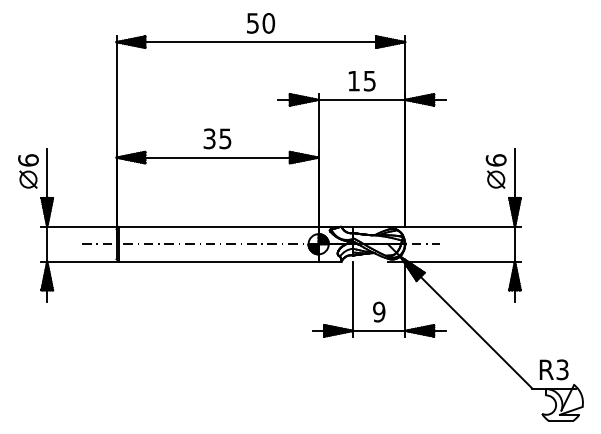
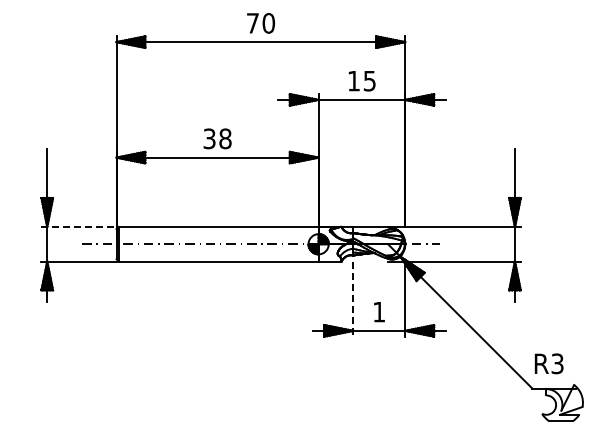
text at (252, 23): 50 -> 70
text at (225, 138): 35 -> 38
part at (28, 171): present -> none
part at (495, 171): present -> none
line at (79, 226): solid -> dashed
line at (353, 299): solid -> dashed
text at (379, 311): 9 -> 1
text at (553, 369) position: (553, 369) -> (548, 363)
